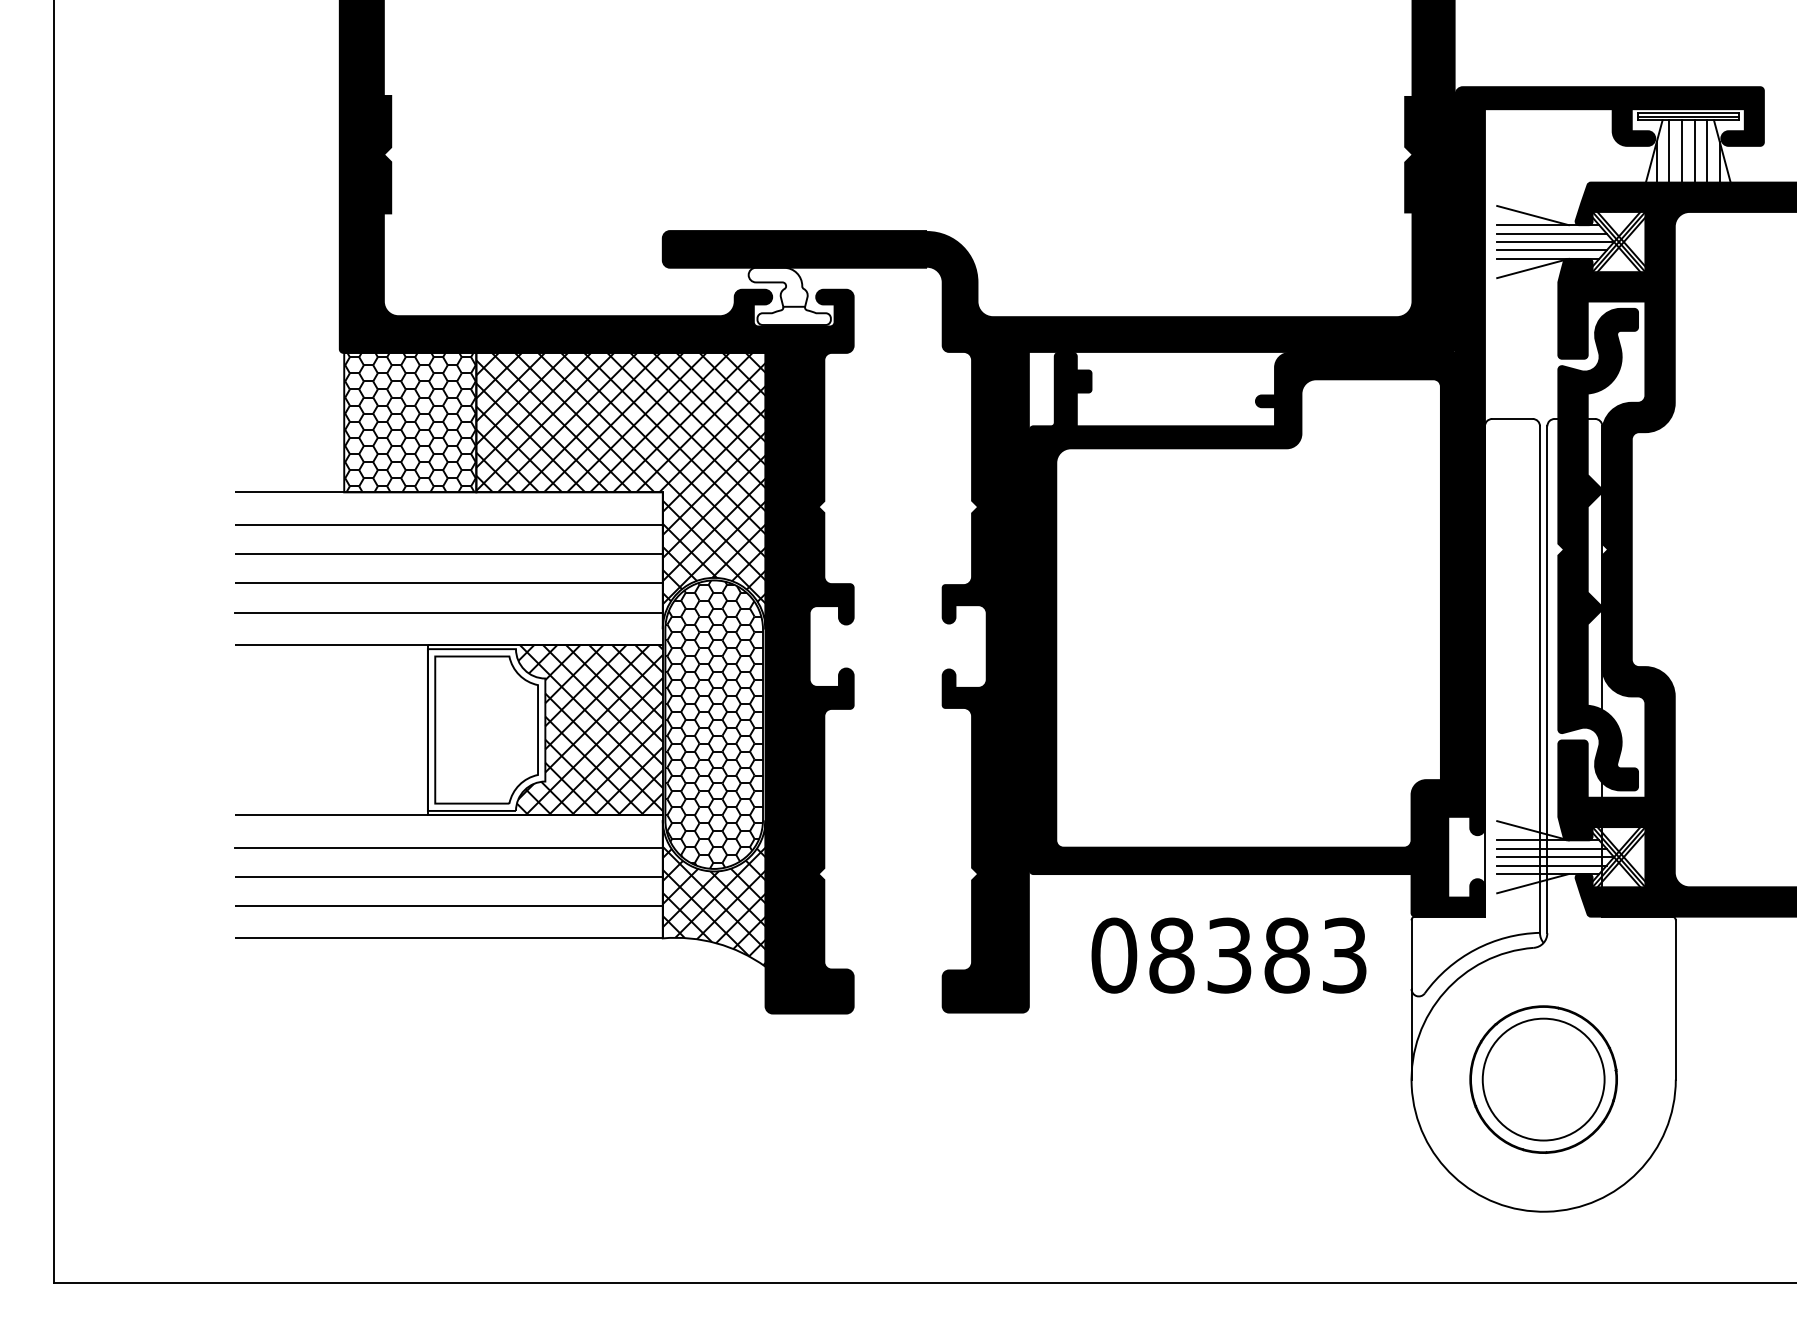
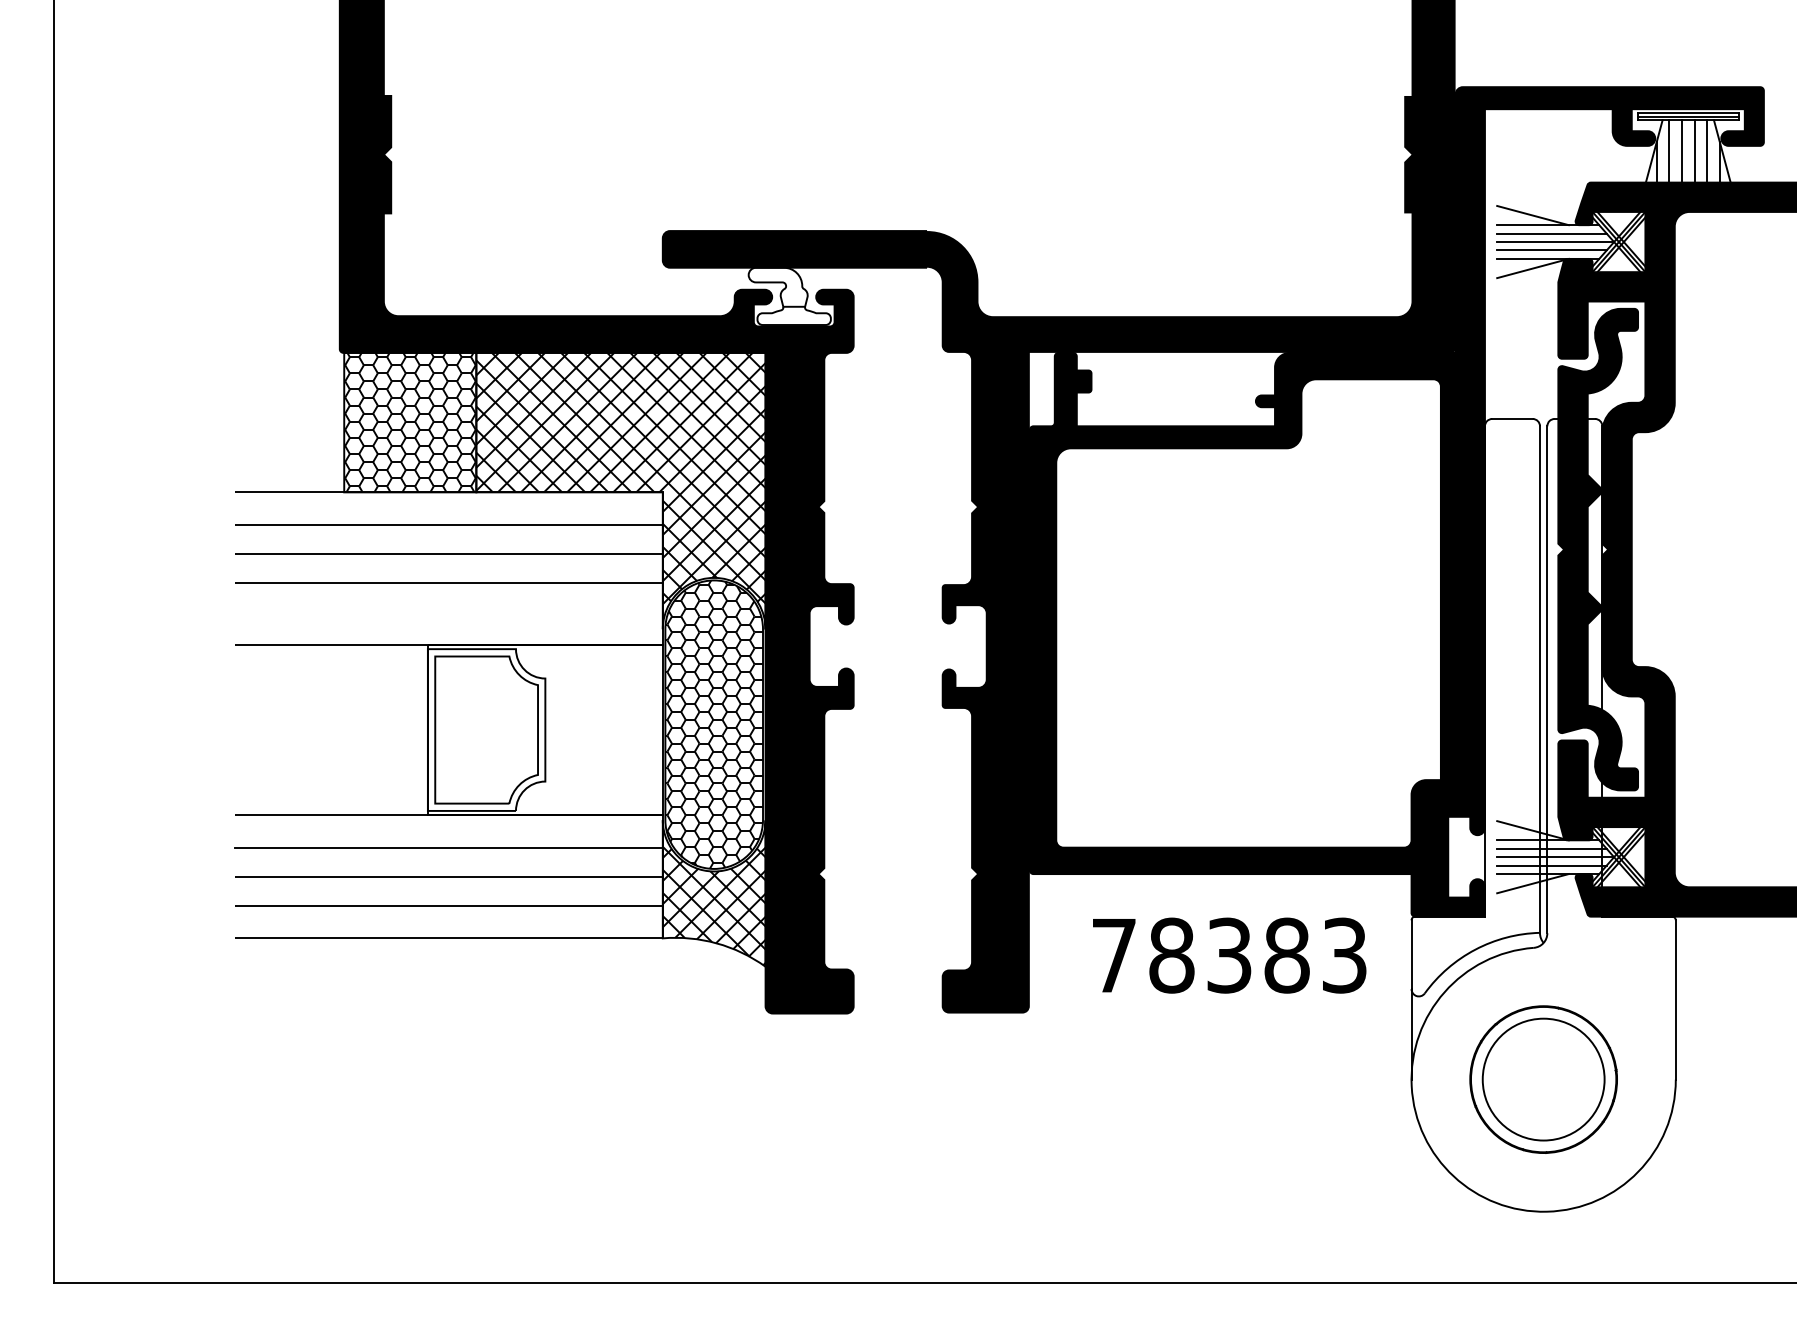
line at (448, 612): present -> none
hatch at (589, 729): present -> none
text at (1114, 955): 08383 -> 78383
